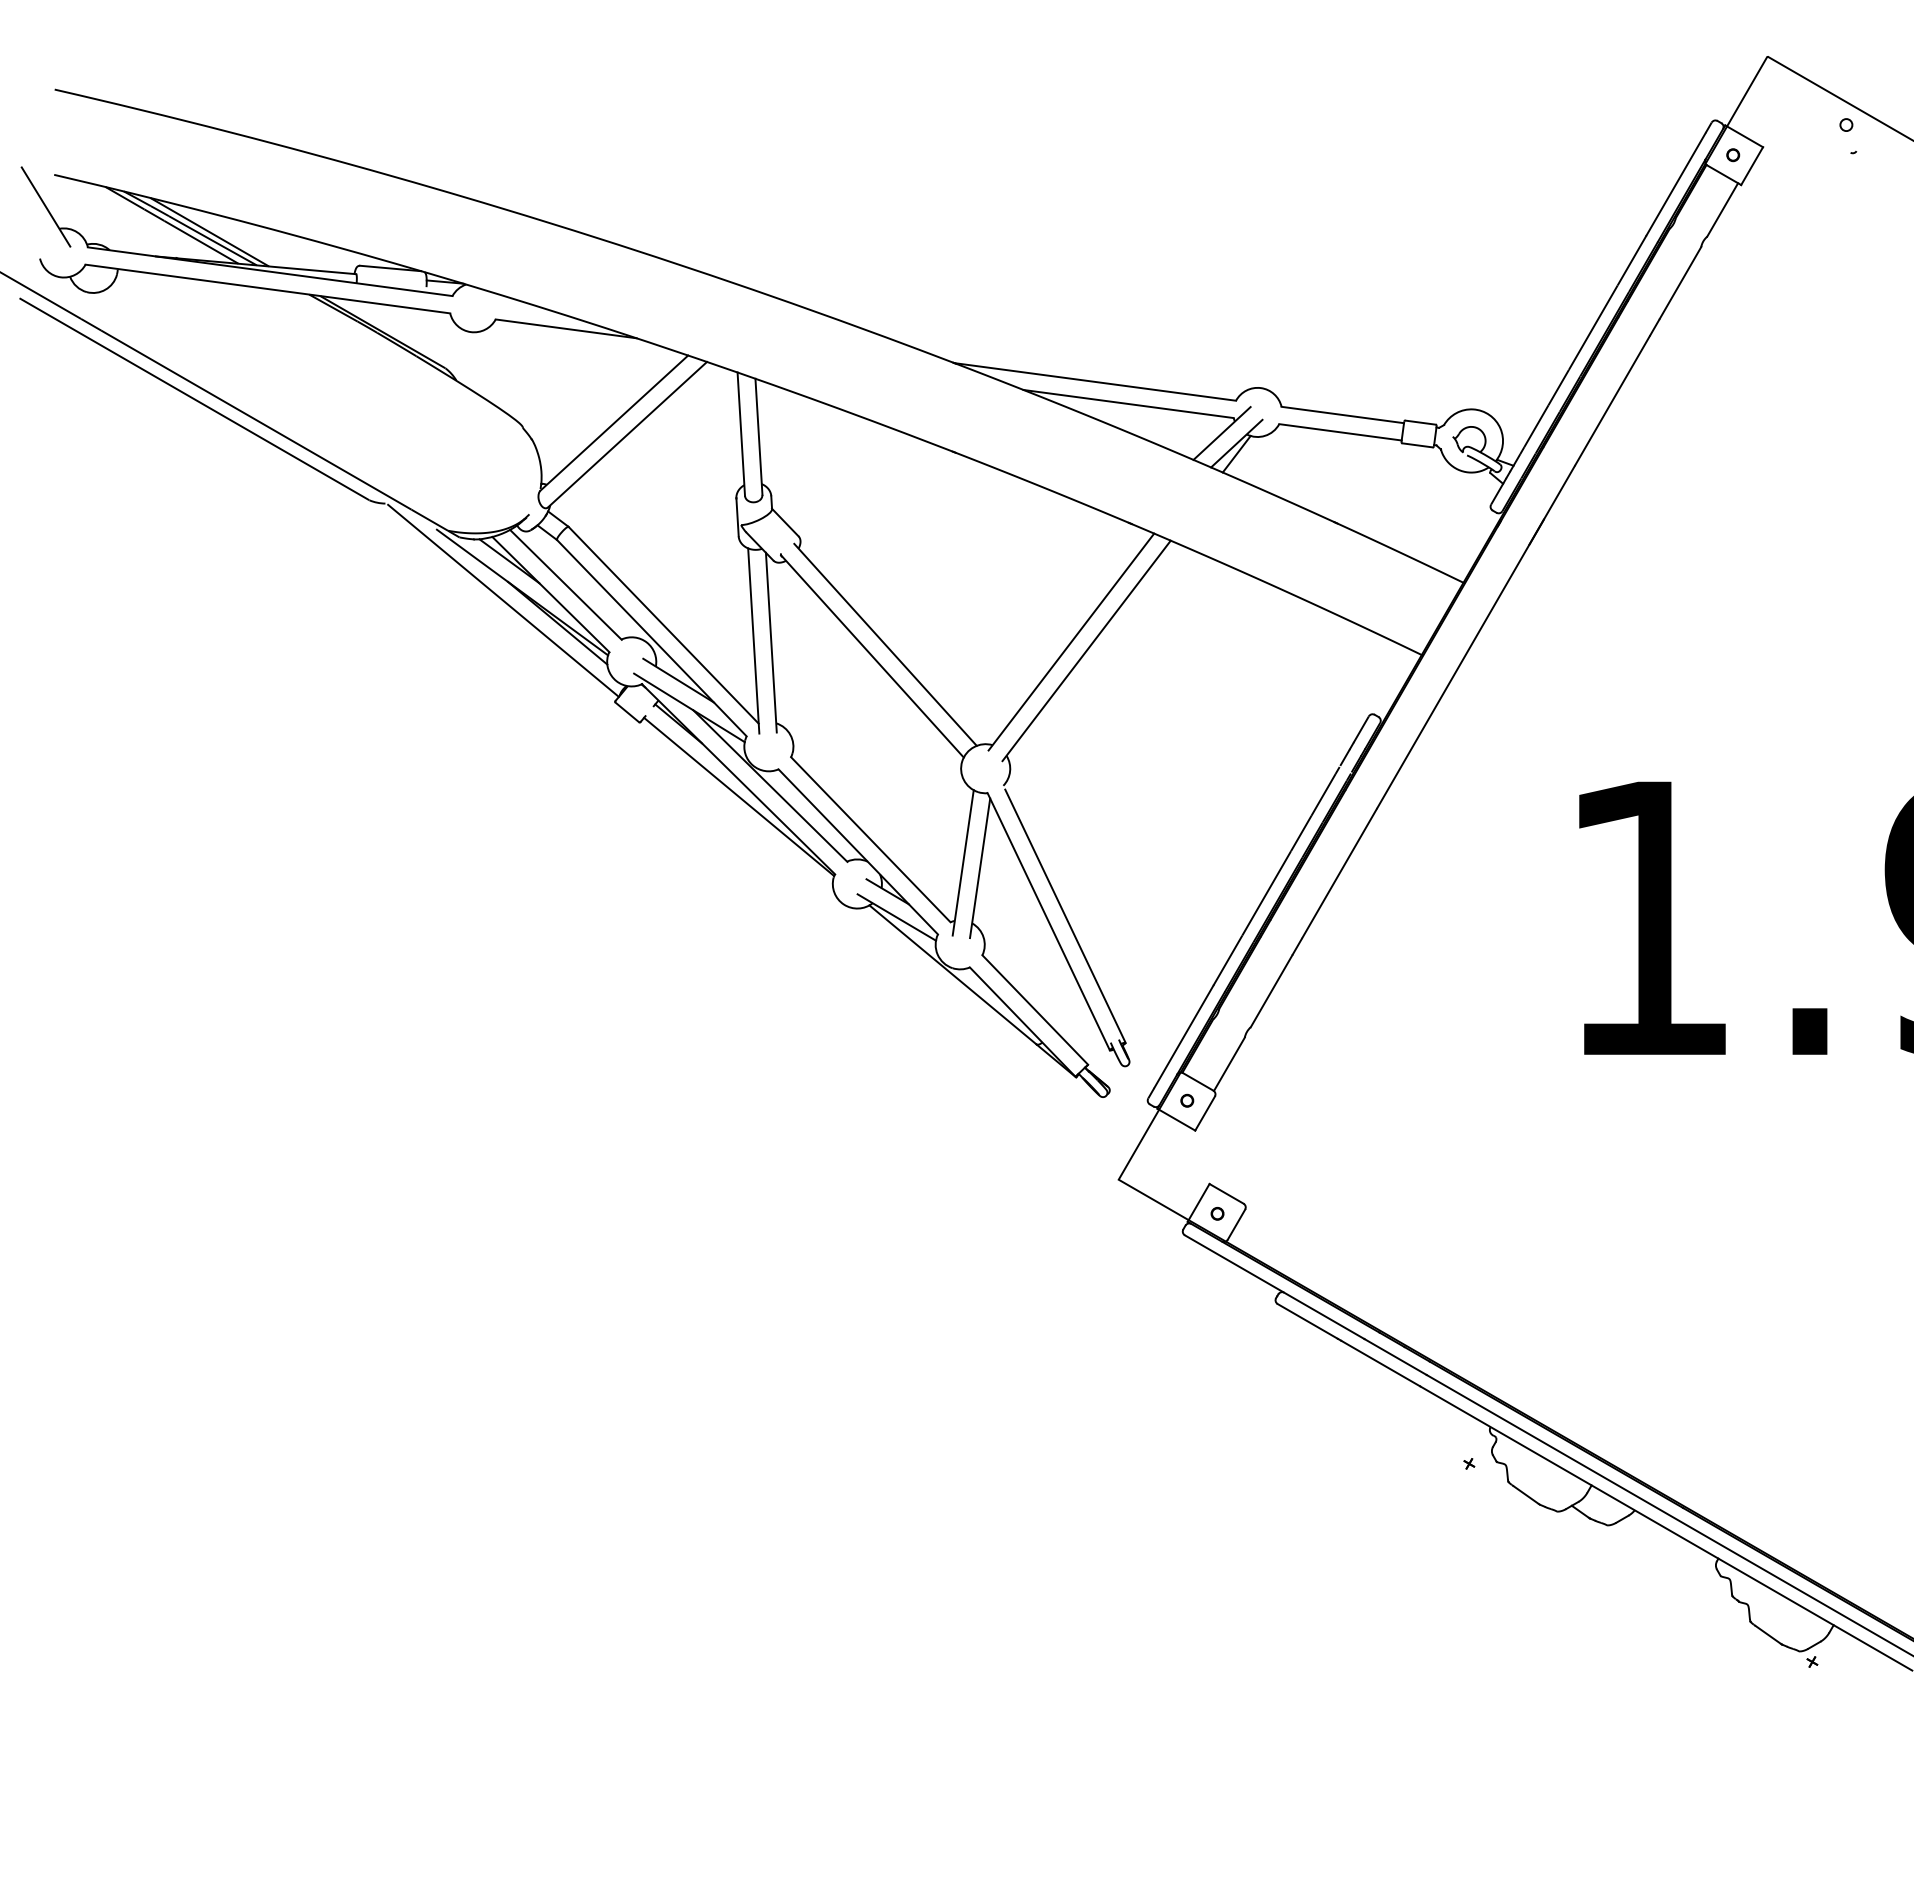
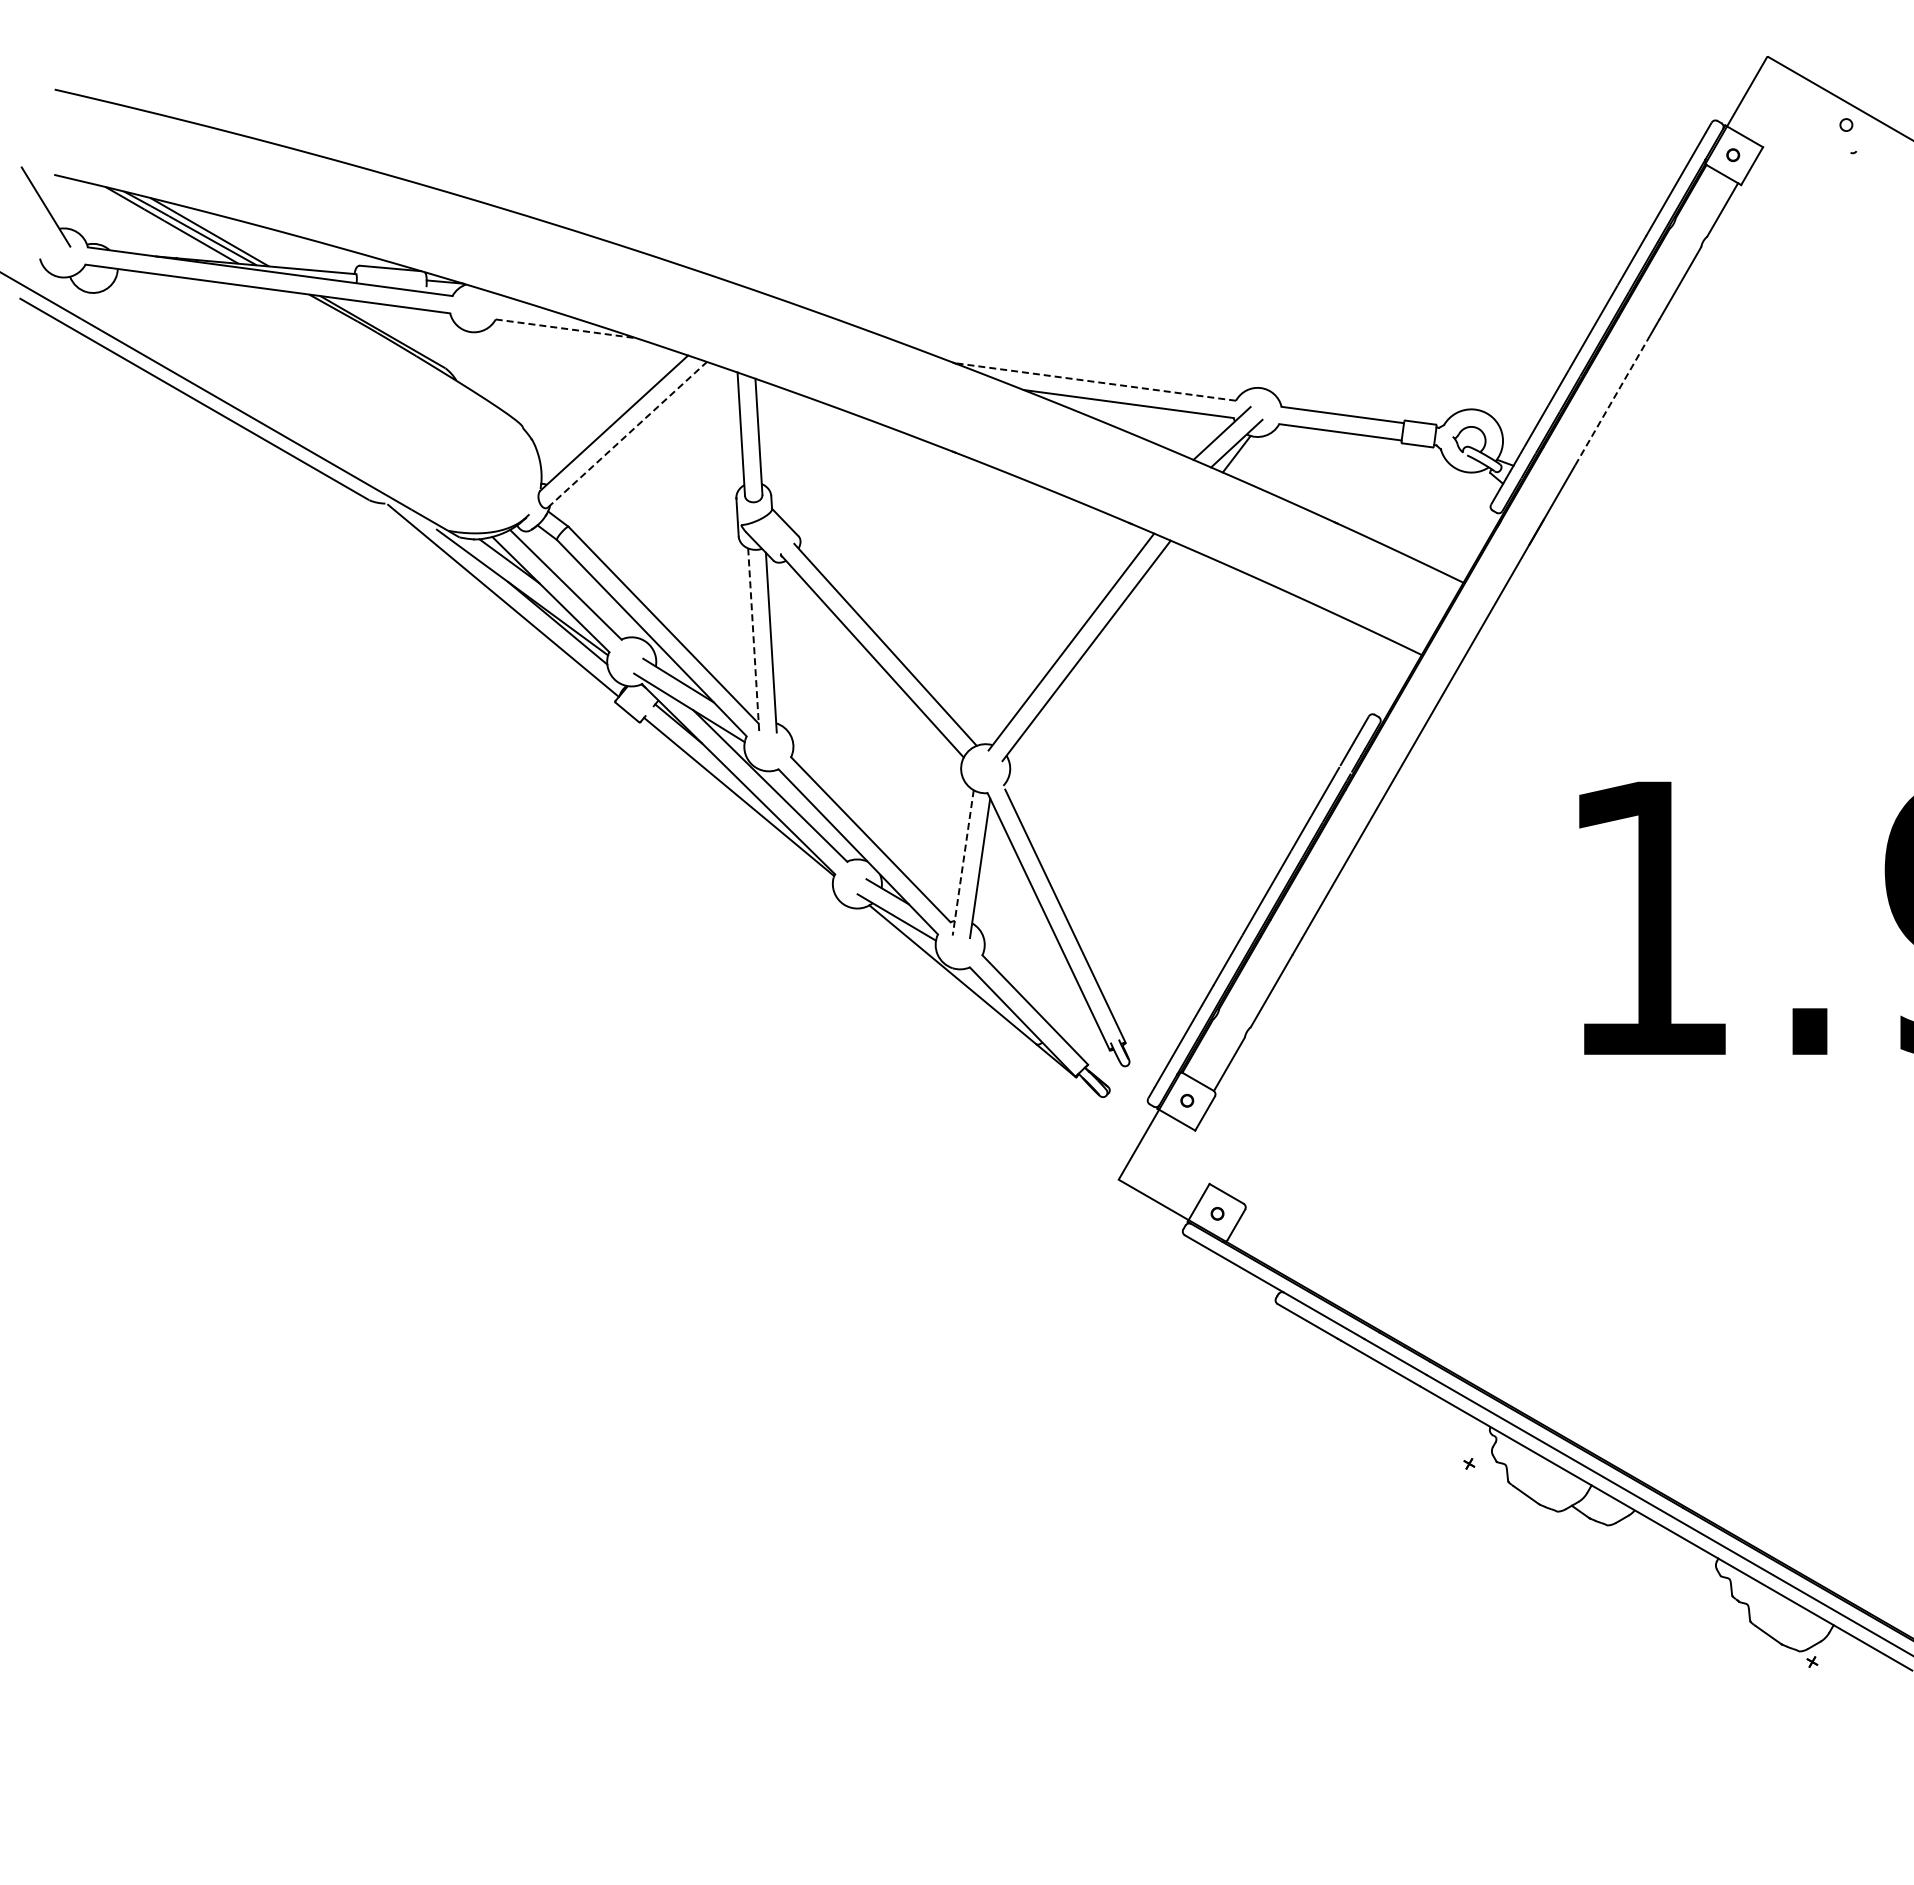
line at (566, 328): solid -> dashed
line at (1094, 381): solid -> dashed
line at (1612, 400): solid -> dashed
line at (627, 434): solid -> dashed
line at (753, 640): solid -> dashed
line at (963, 863): solid -> dashed
